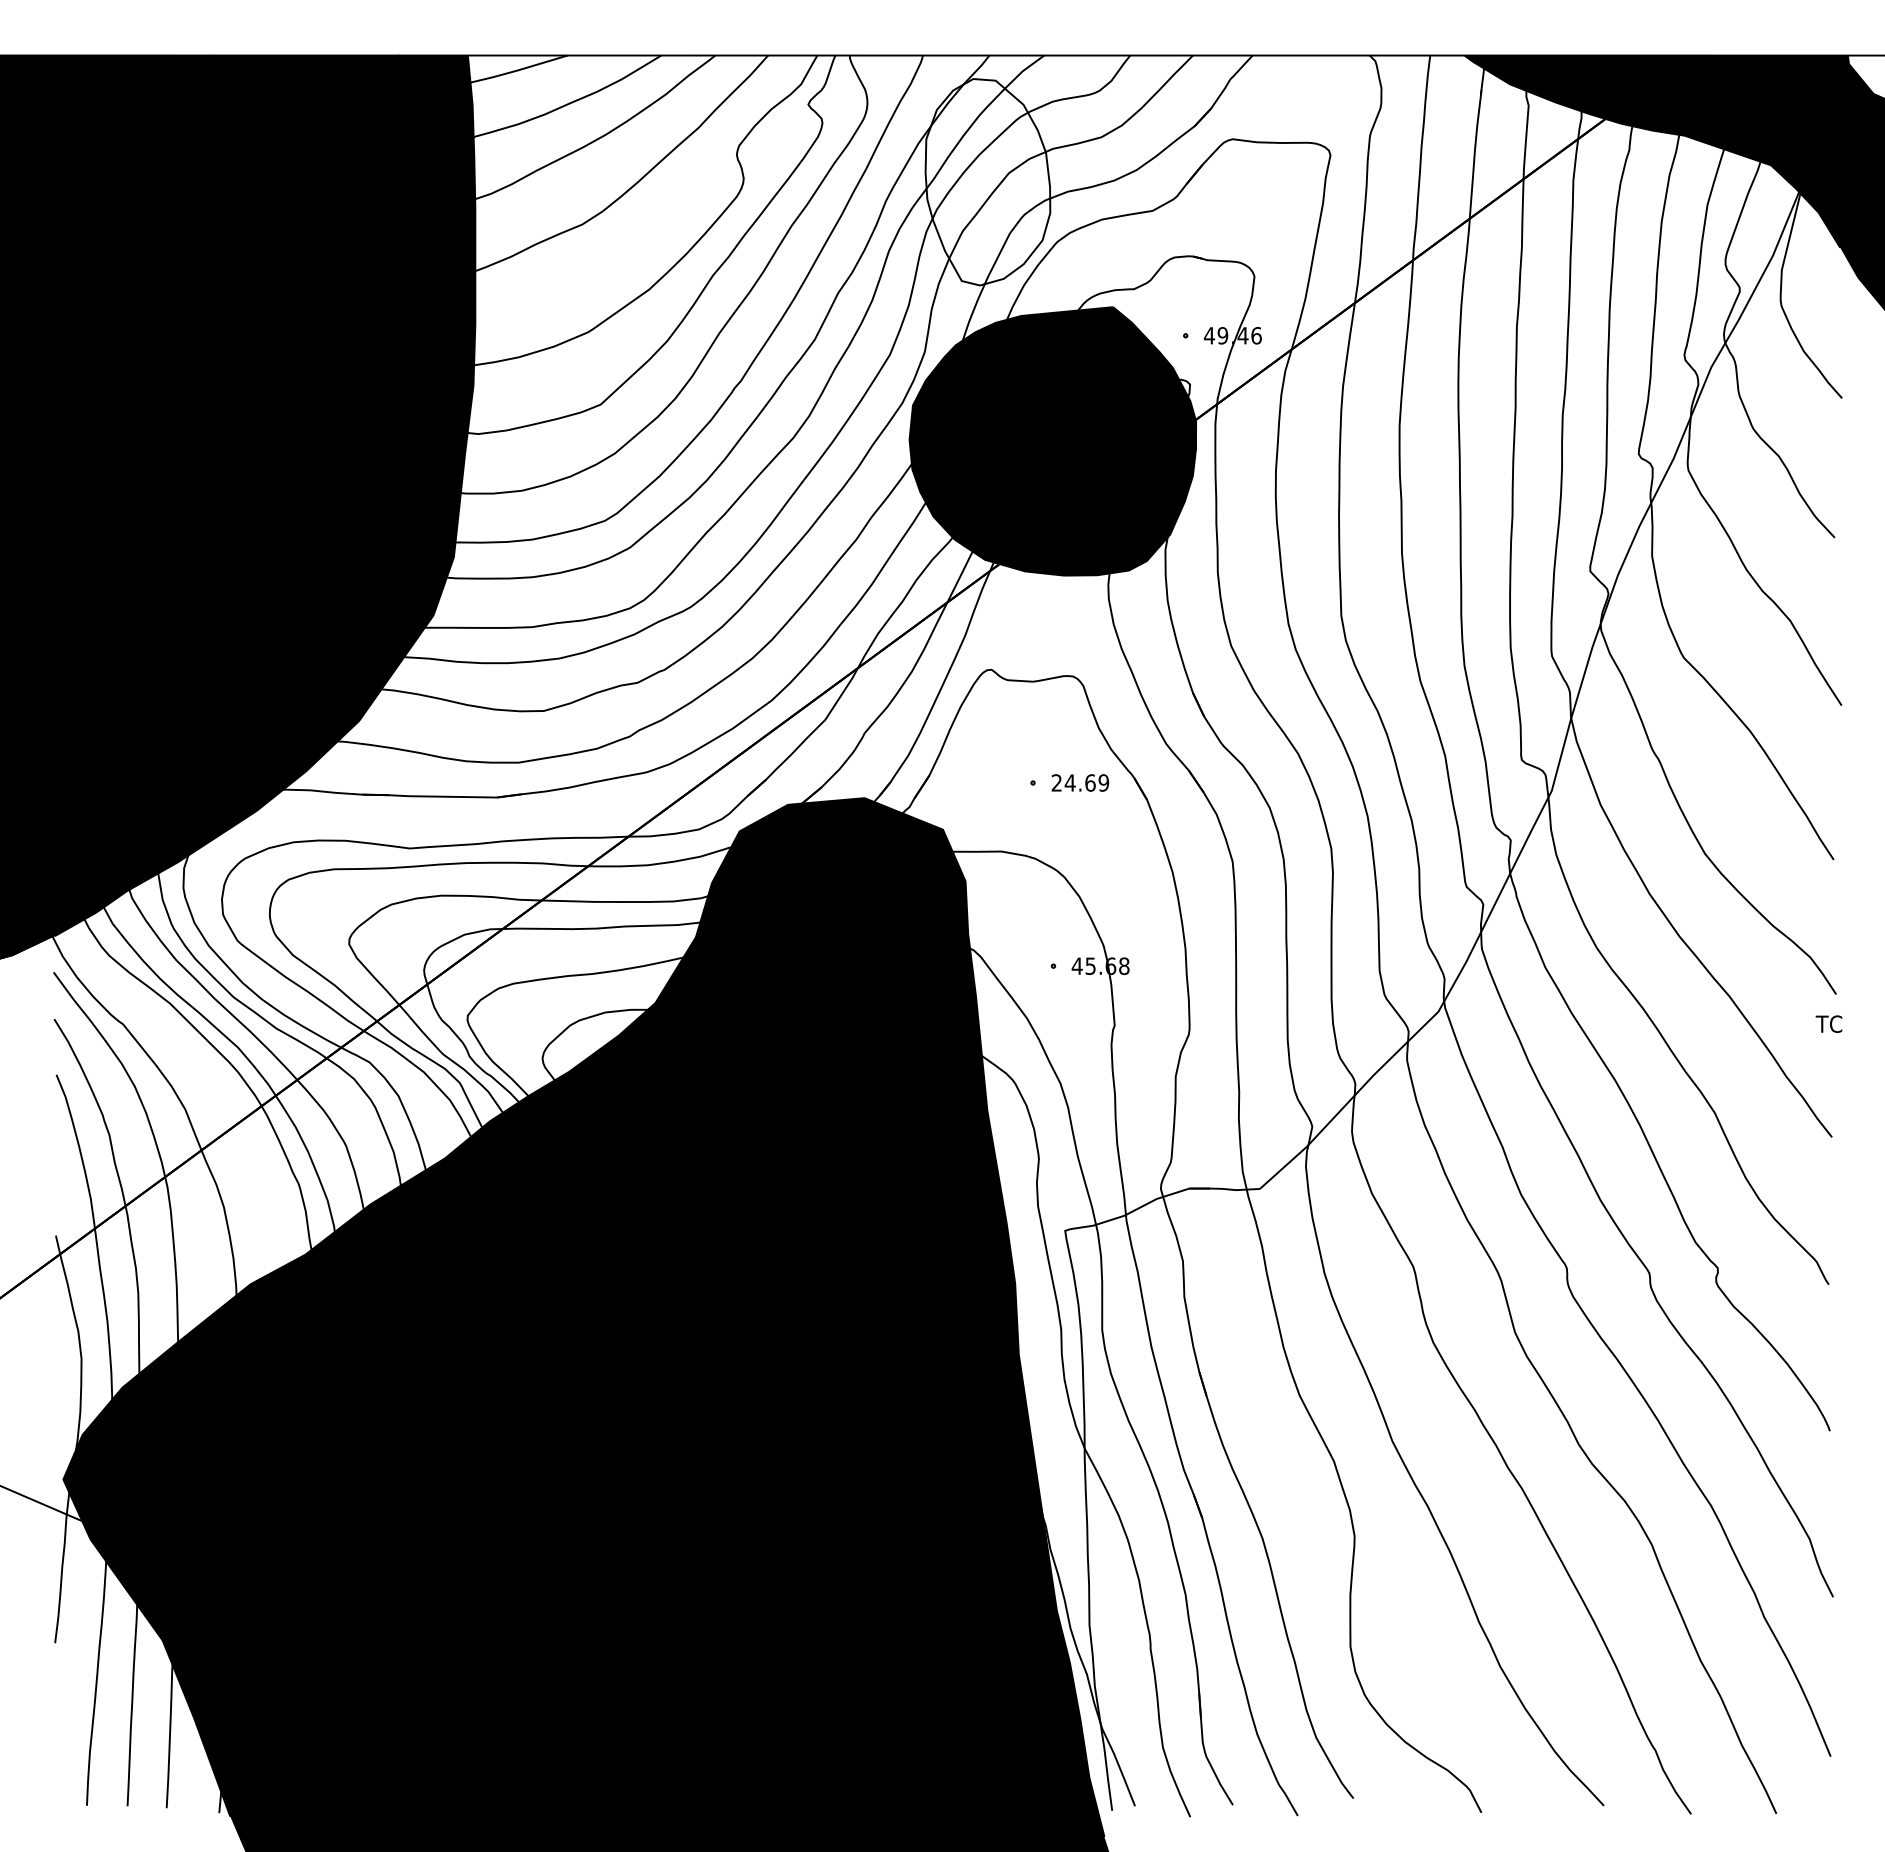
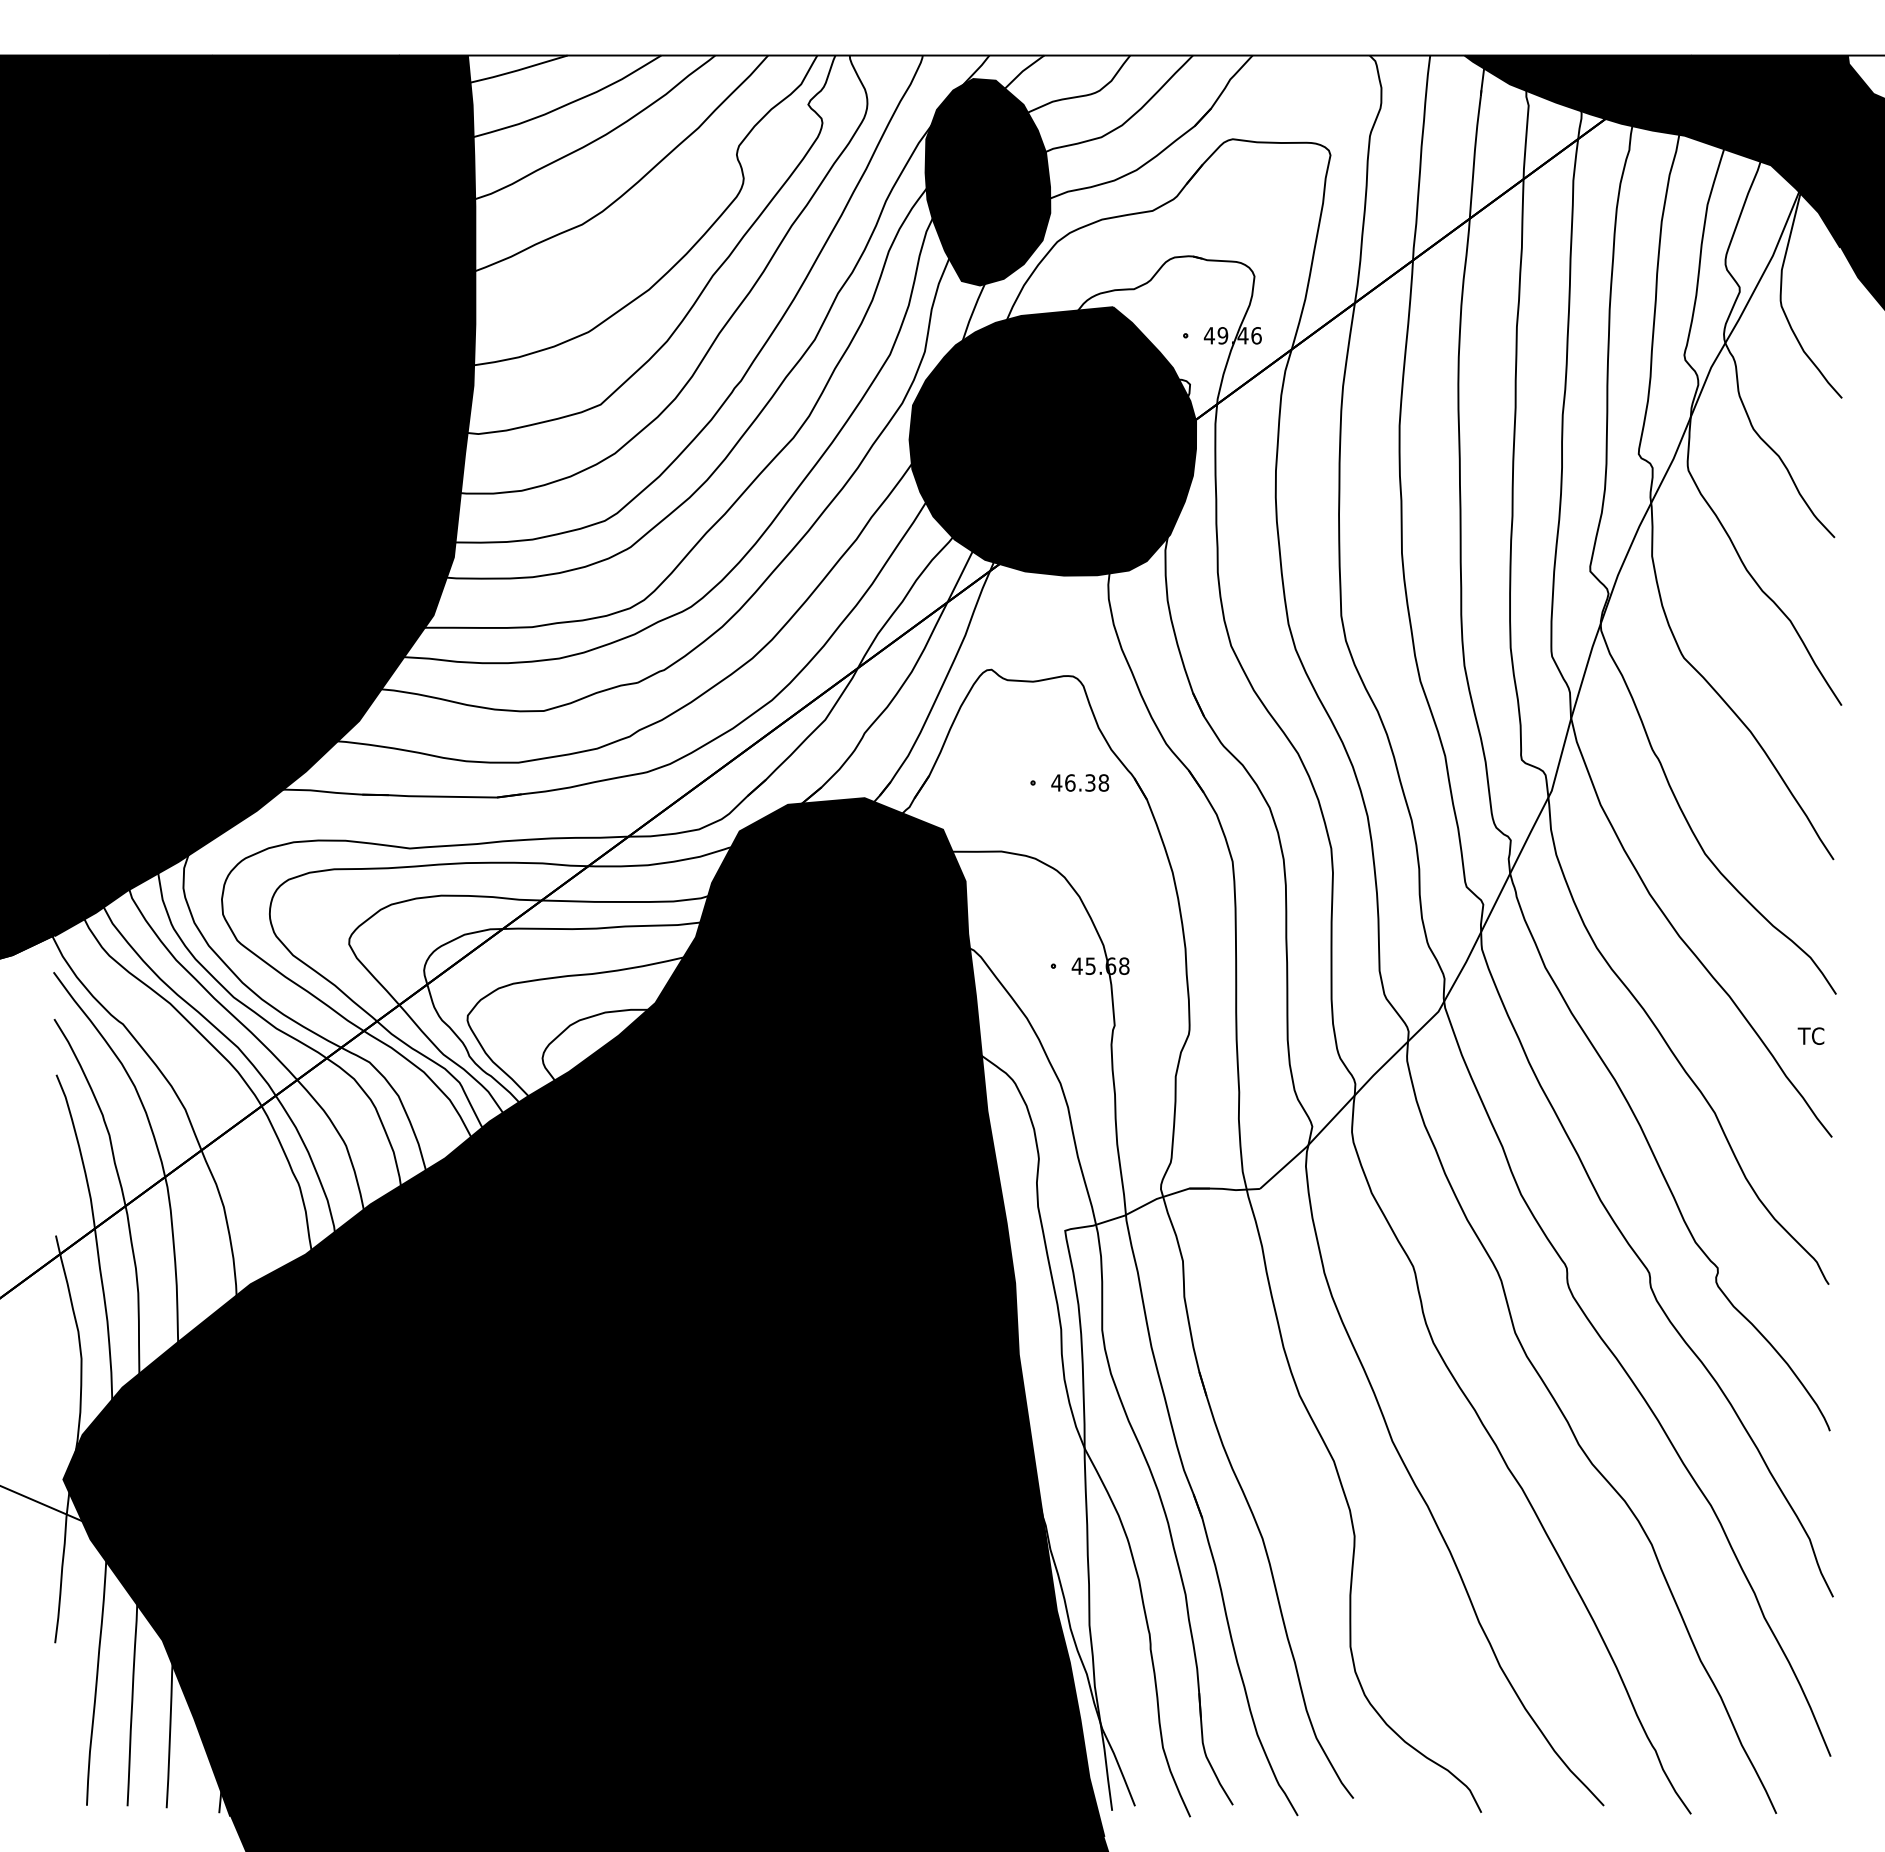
fill at (987, 182): none -> present
text at (1080, 782): 24.69 -> 46.38
text at (1828, 1023) position: (1828, 1023) -> (1810, 1035)
